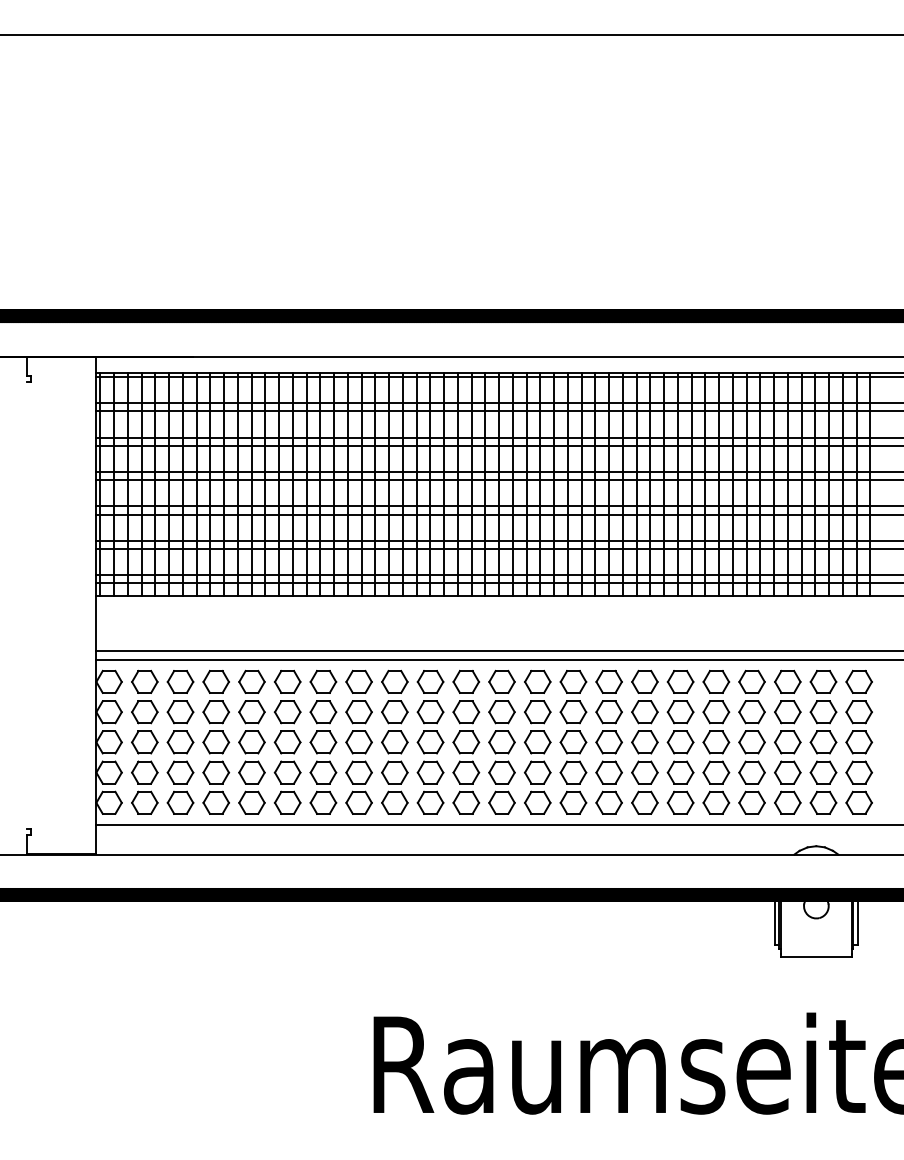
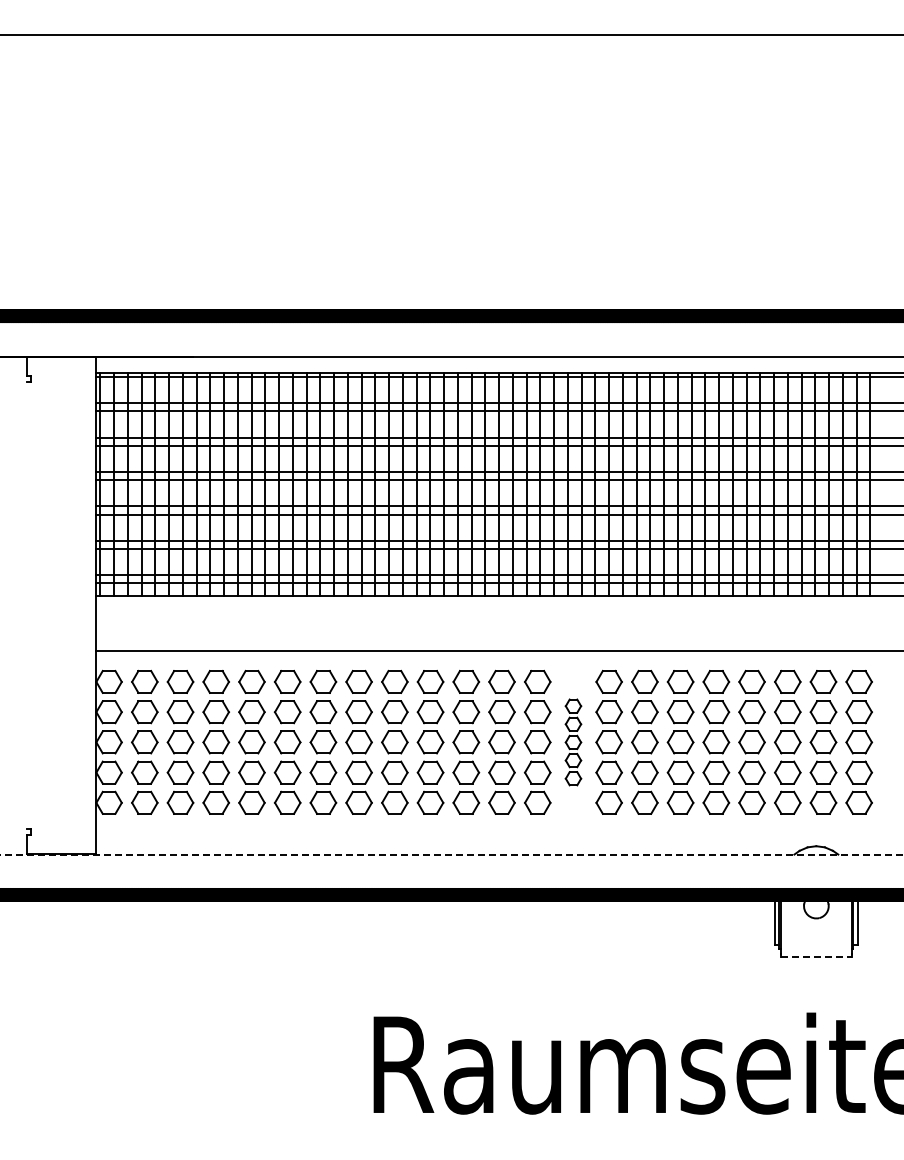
line at (497, 659): present -> none
part at (573, 742) size: 29x145 px -> 19x89 px
line at (497, 824): present -> none
line at (451, 854): solid -> dashed
line at (816, 956): solid -> dashed
